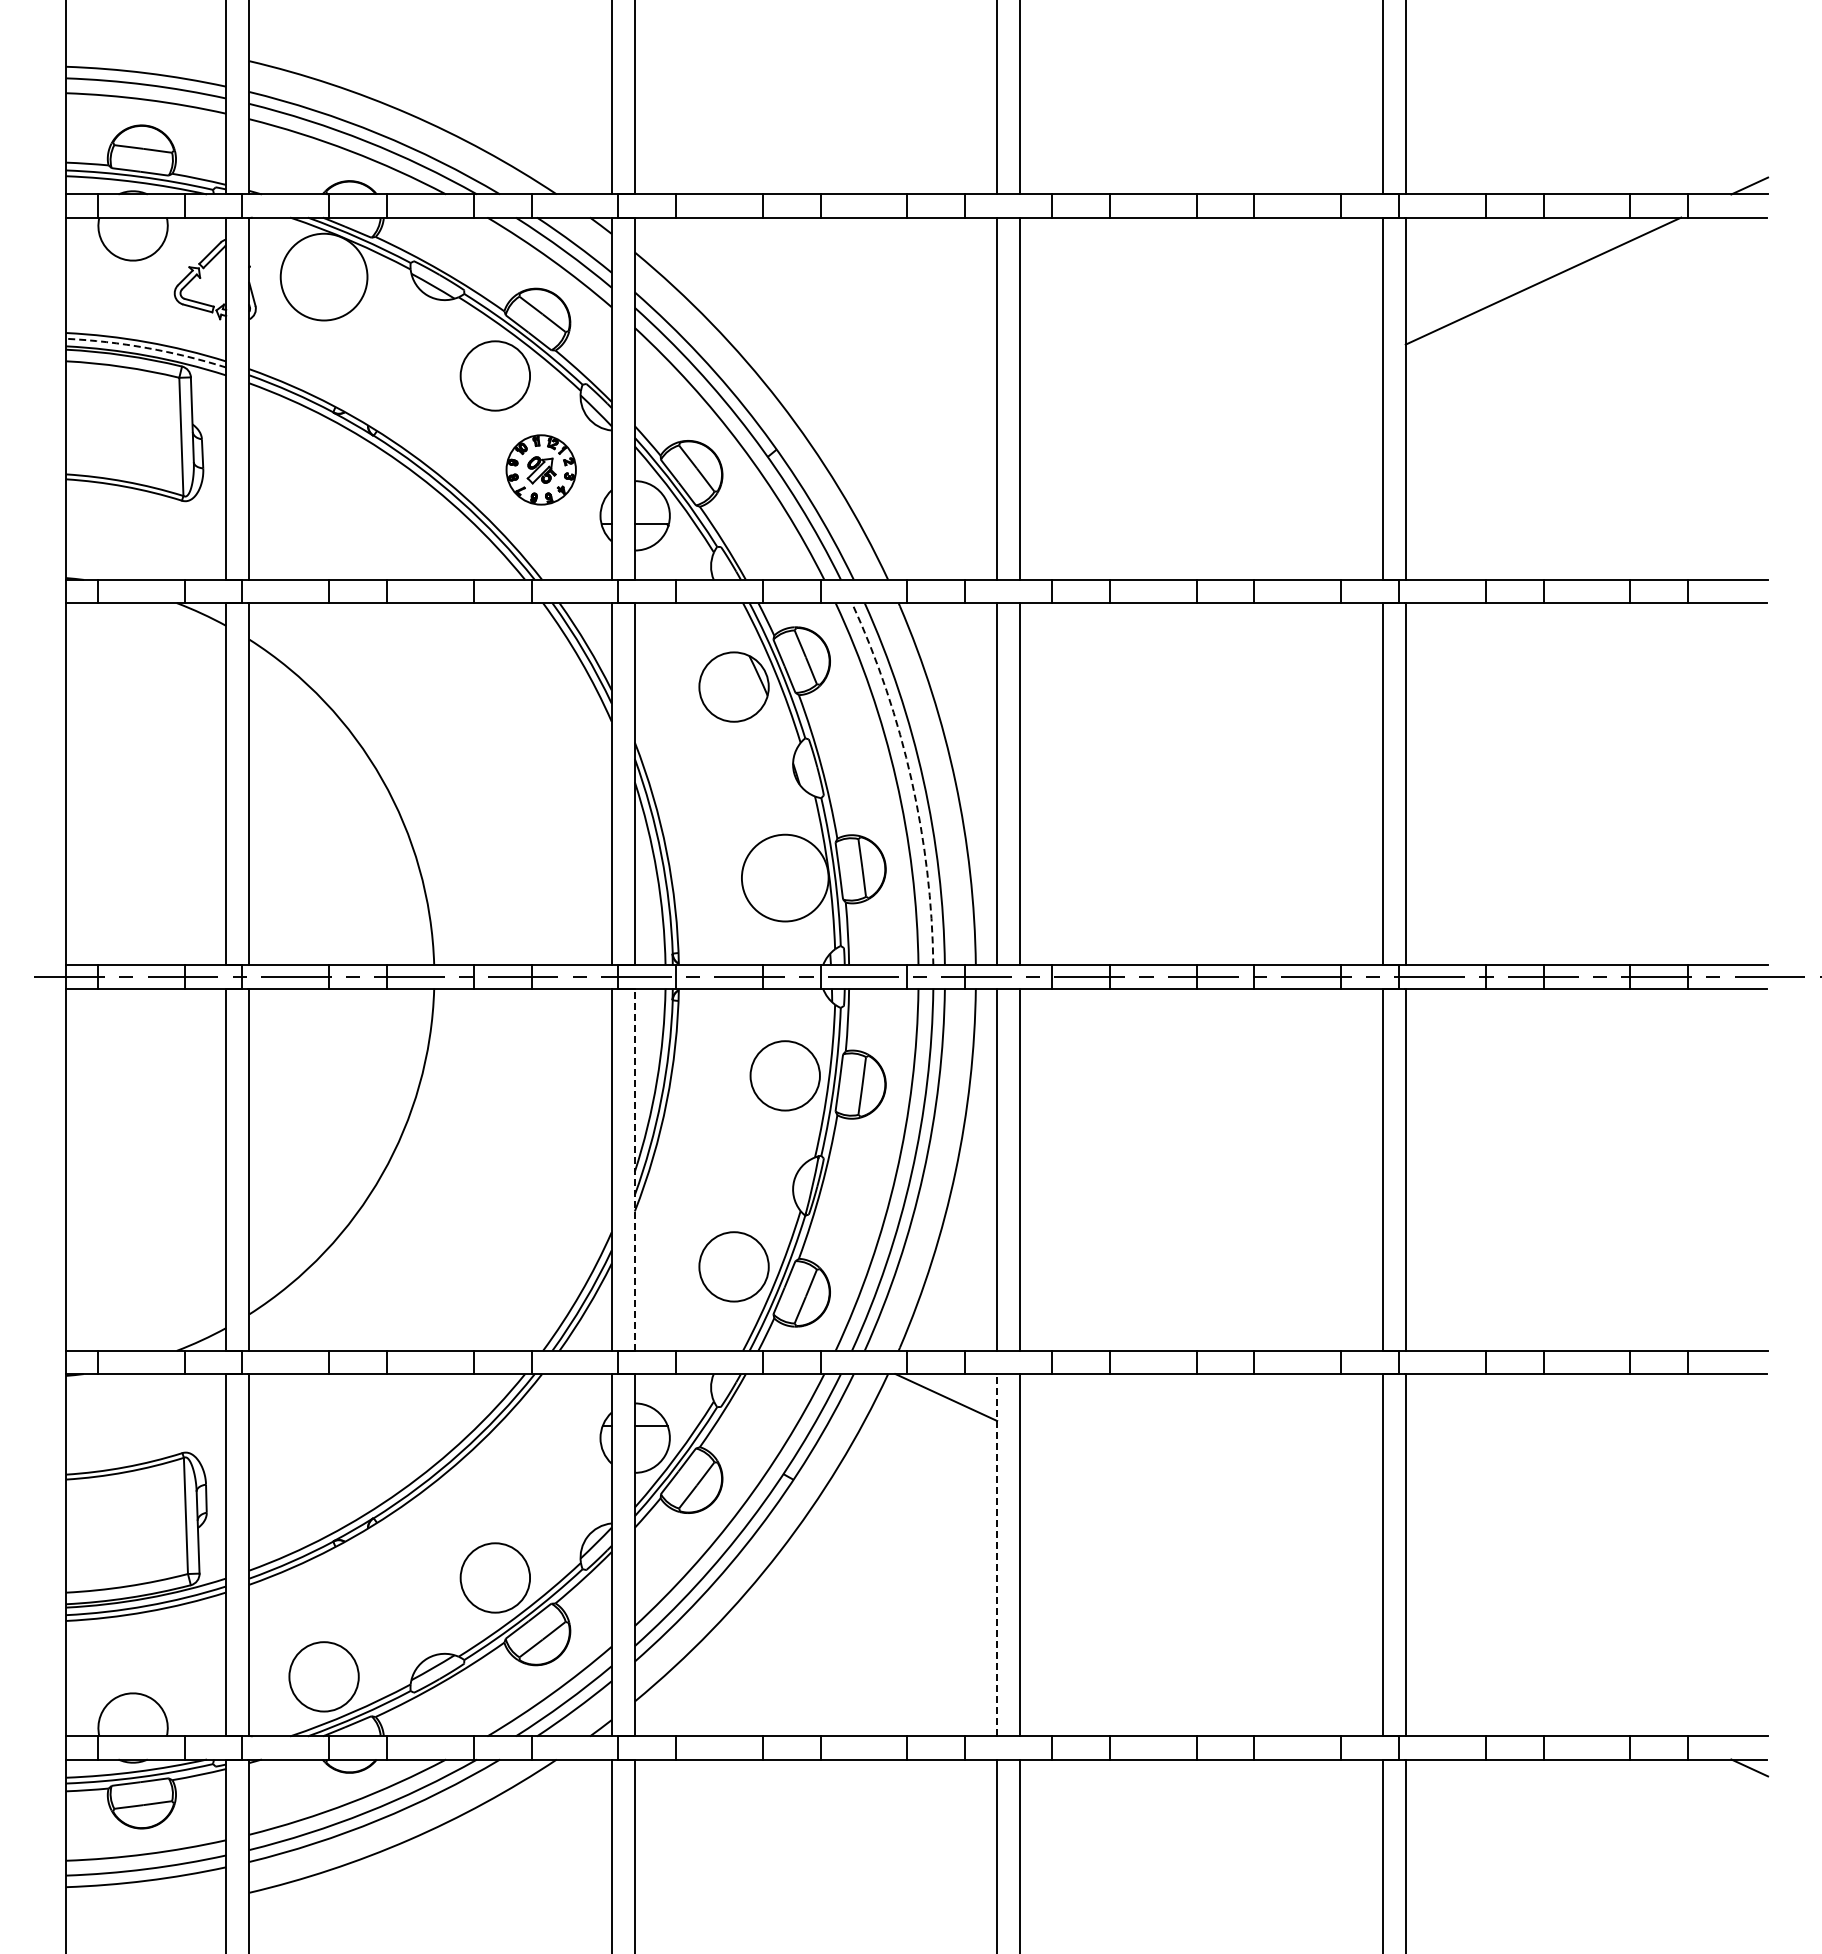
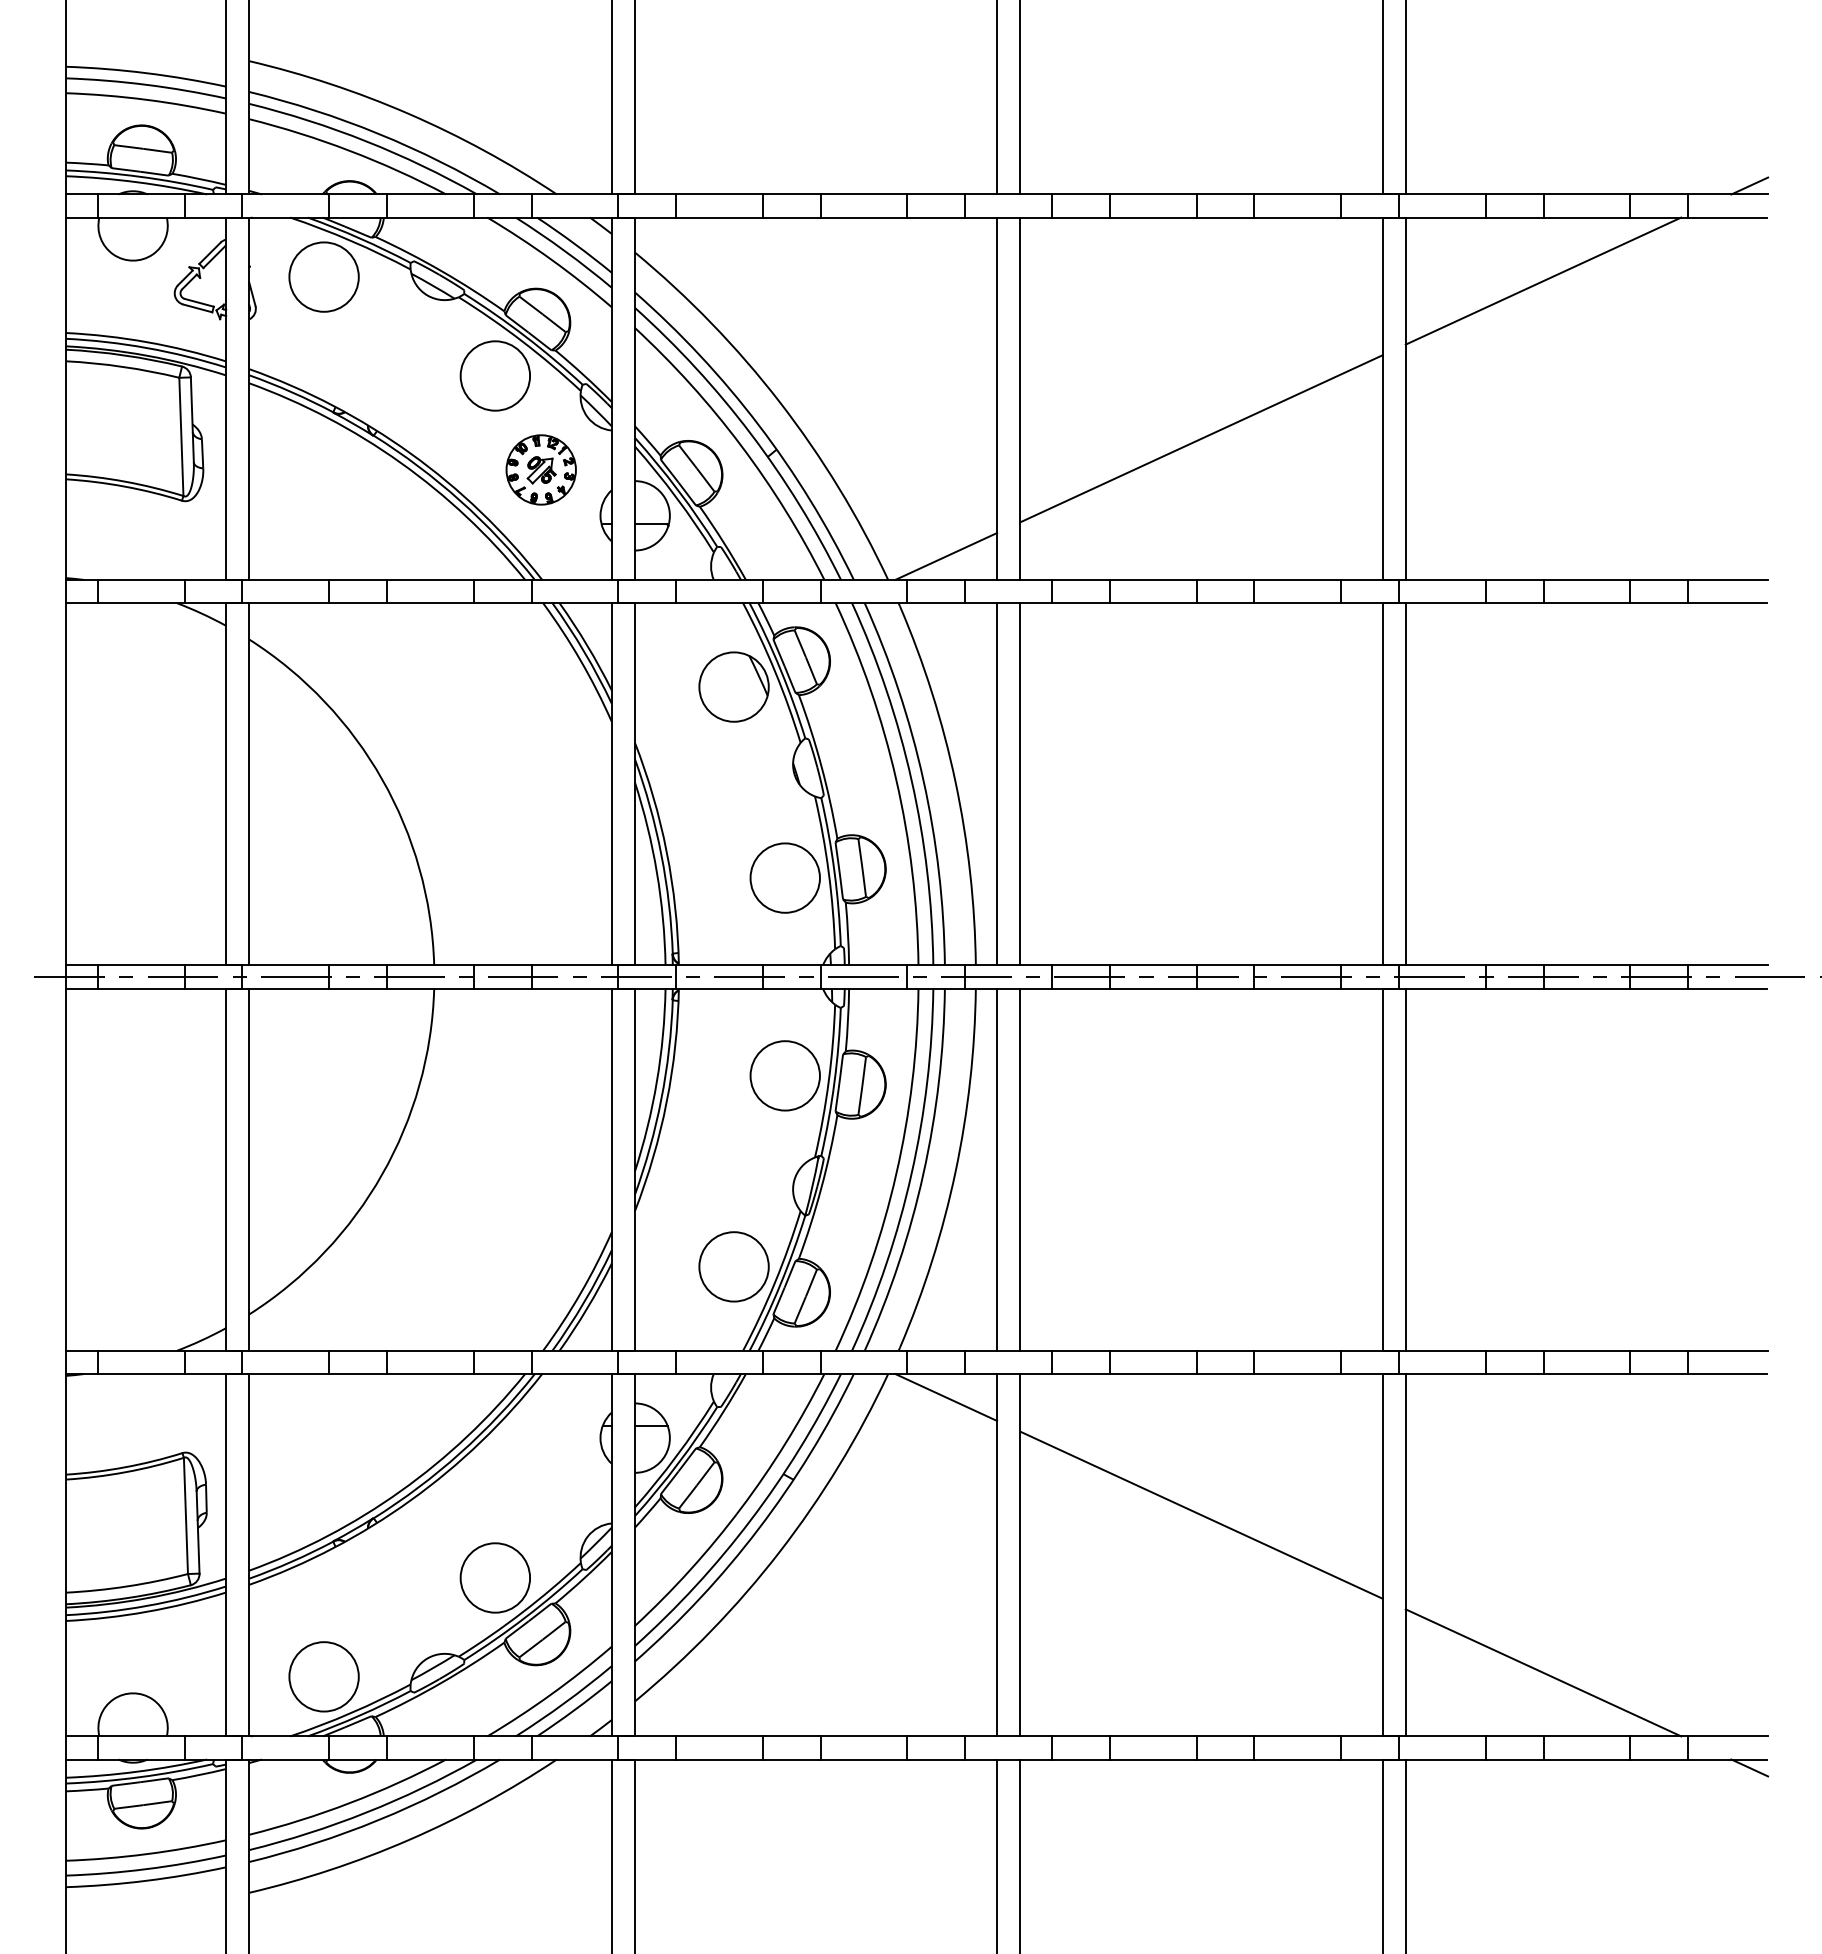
circle at (323, 276) diameter: 87 px -> 69 px
arc at (147, 348): dashed -> solid
line at (1201, 438): none -> present
line at (946, 556): none -> present
arc at (911, 780): dashed -> solid
circle at (784, 877) diameter: 87 px -> 69 px
line at (634, 1169): dashed -> solid
line at (1201, 1514): none -> present
line at (997, 1554): dashed -> solid
line at (1543, 1672): none -> present
